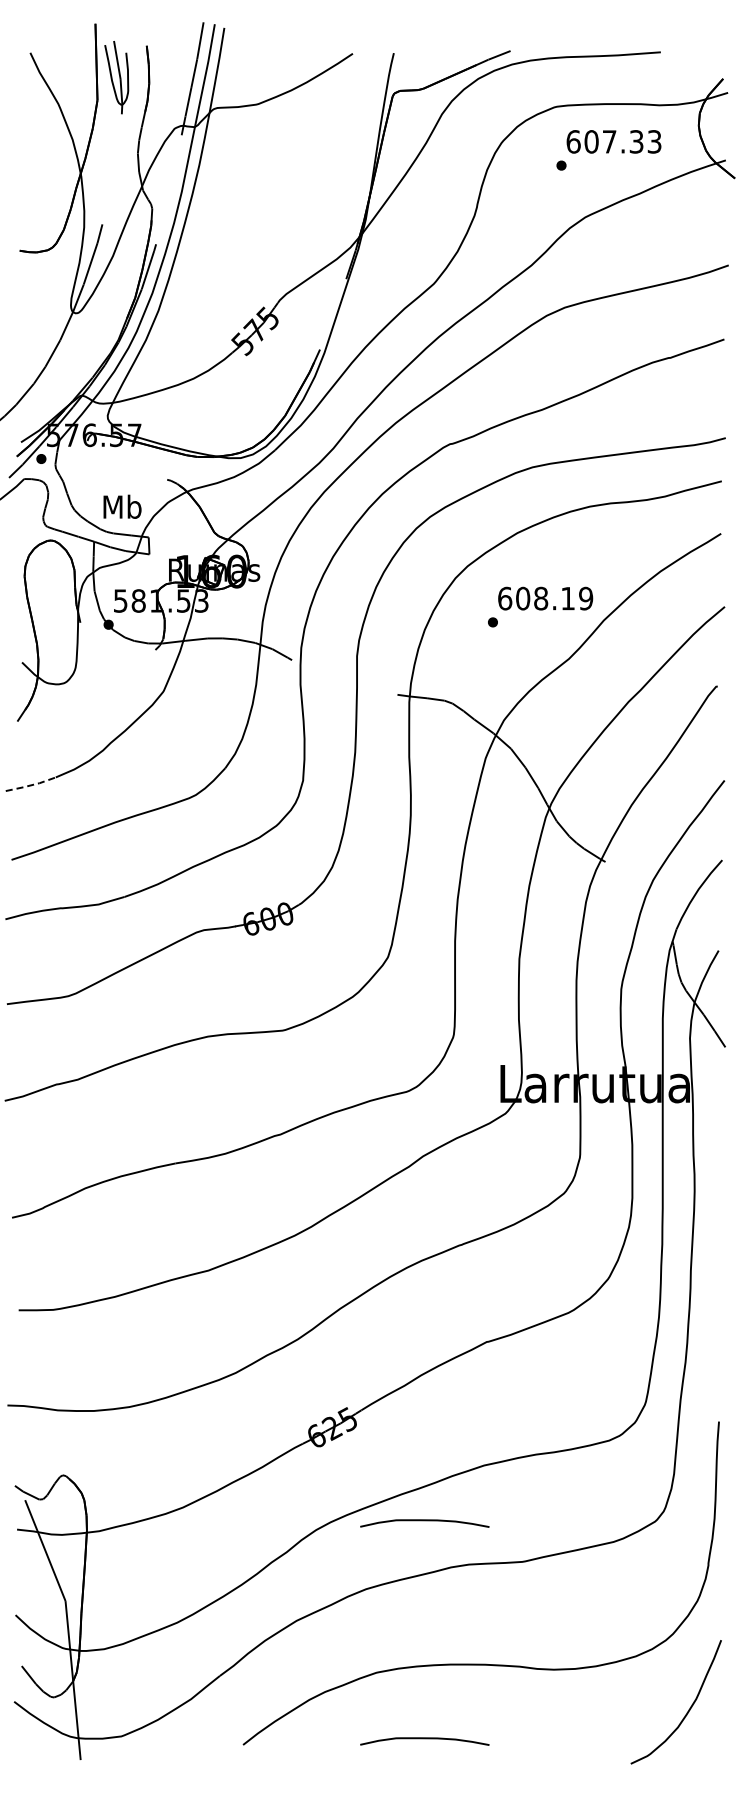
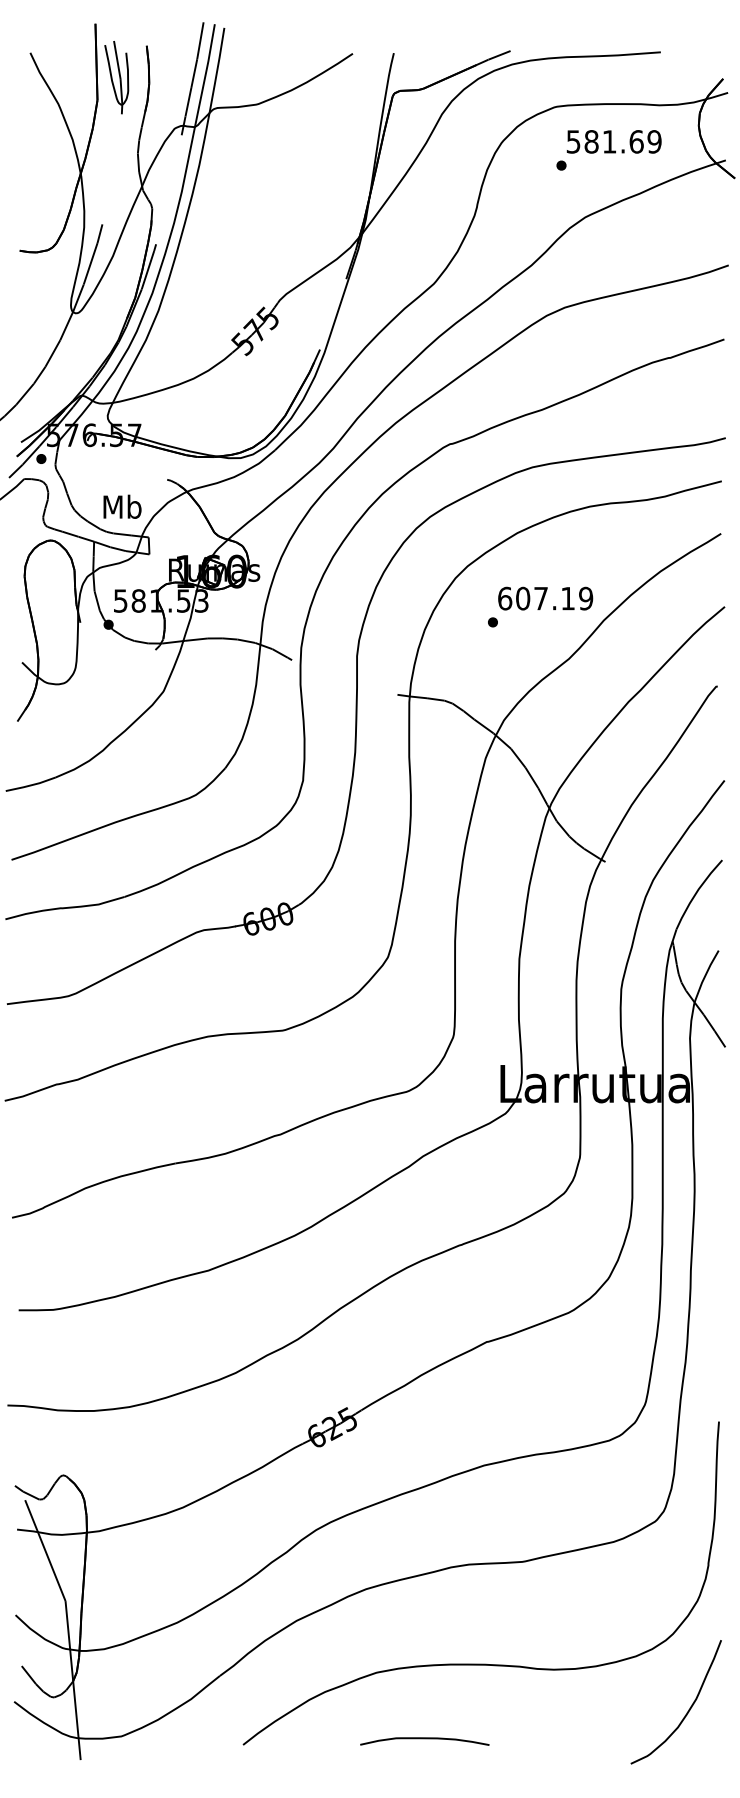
text at (613, 141): 607.33 -> 581.69
text at (541, 598): 608.19 -> 607.19
line at (31, 785): dashed -> solid
curve at (424, 1521): present -> none
